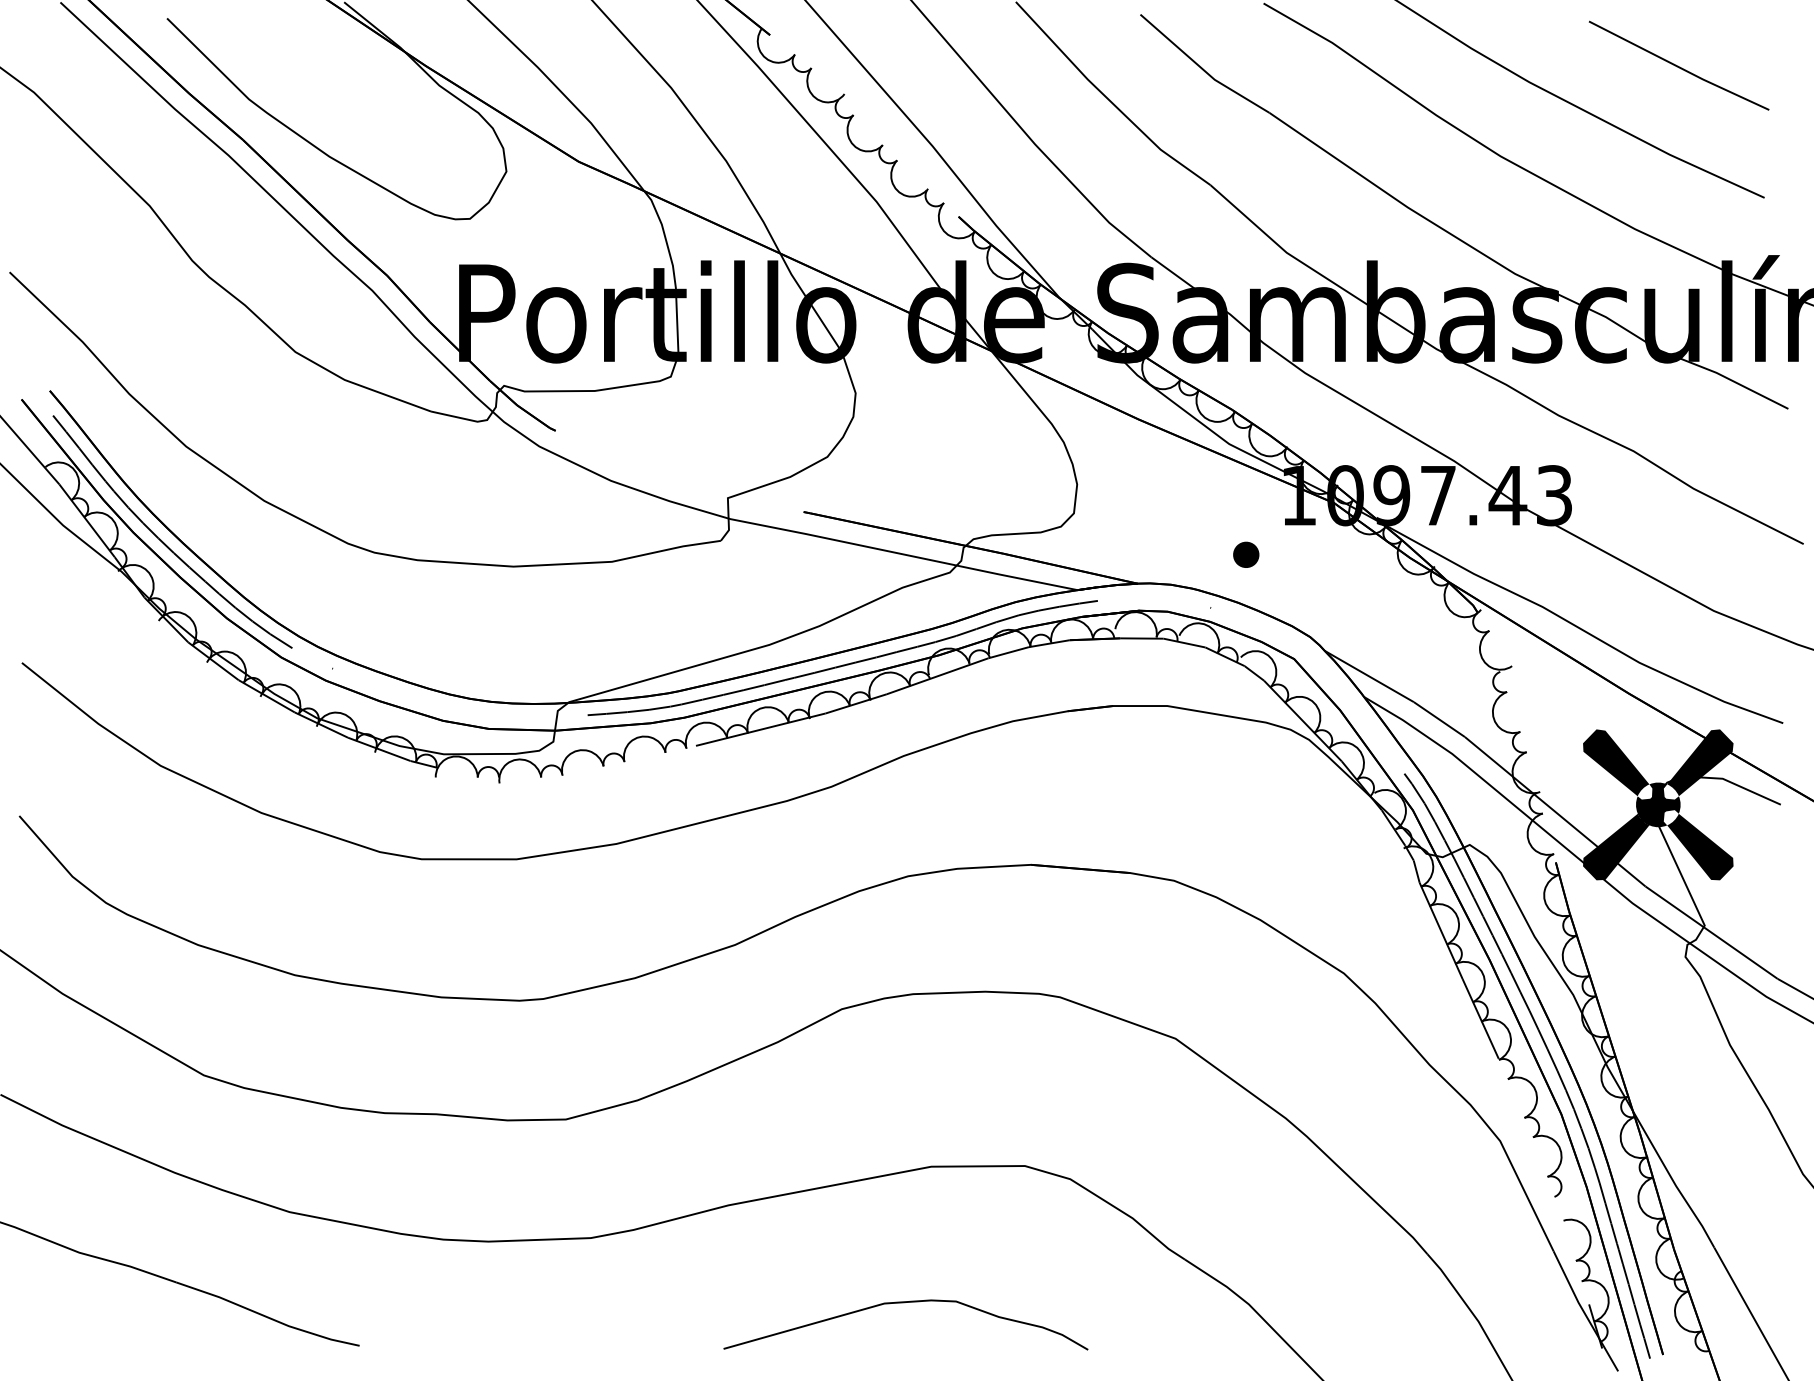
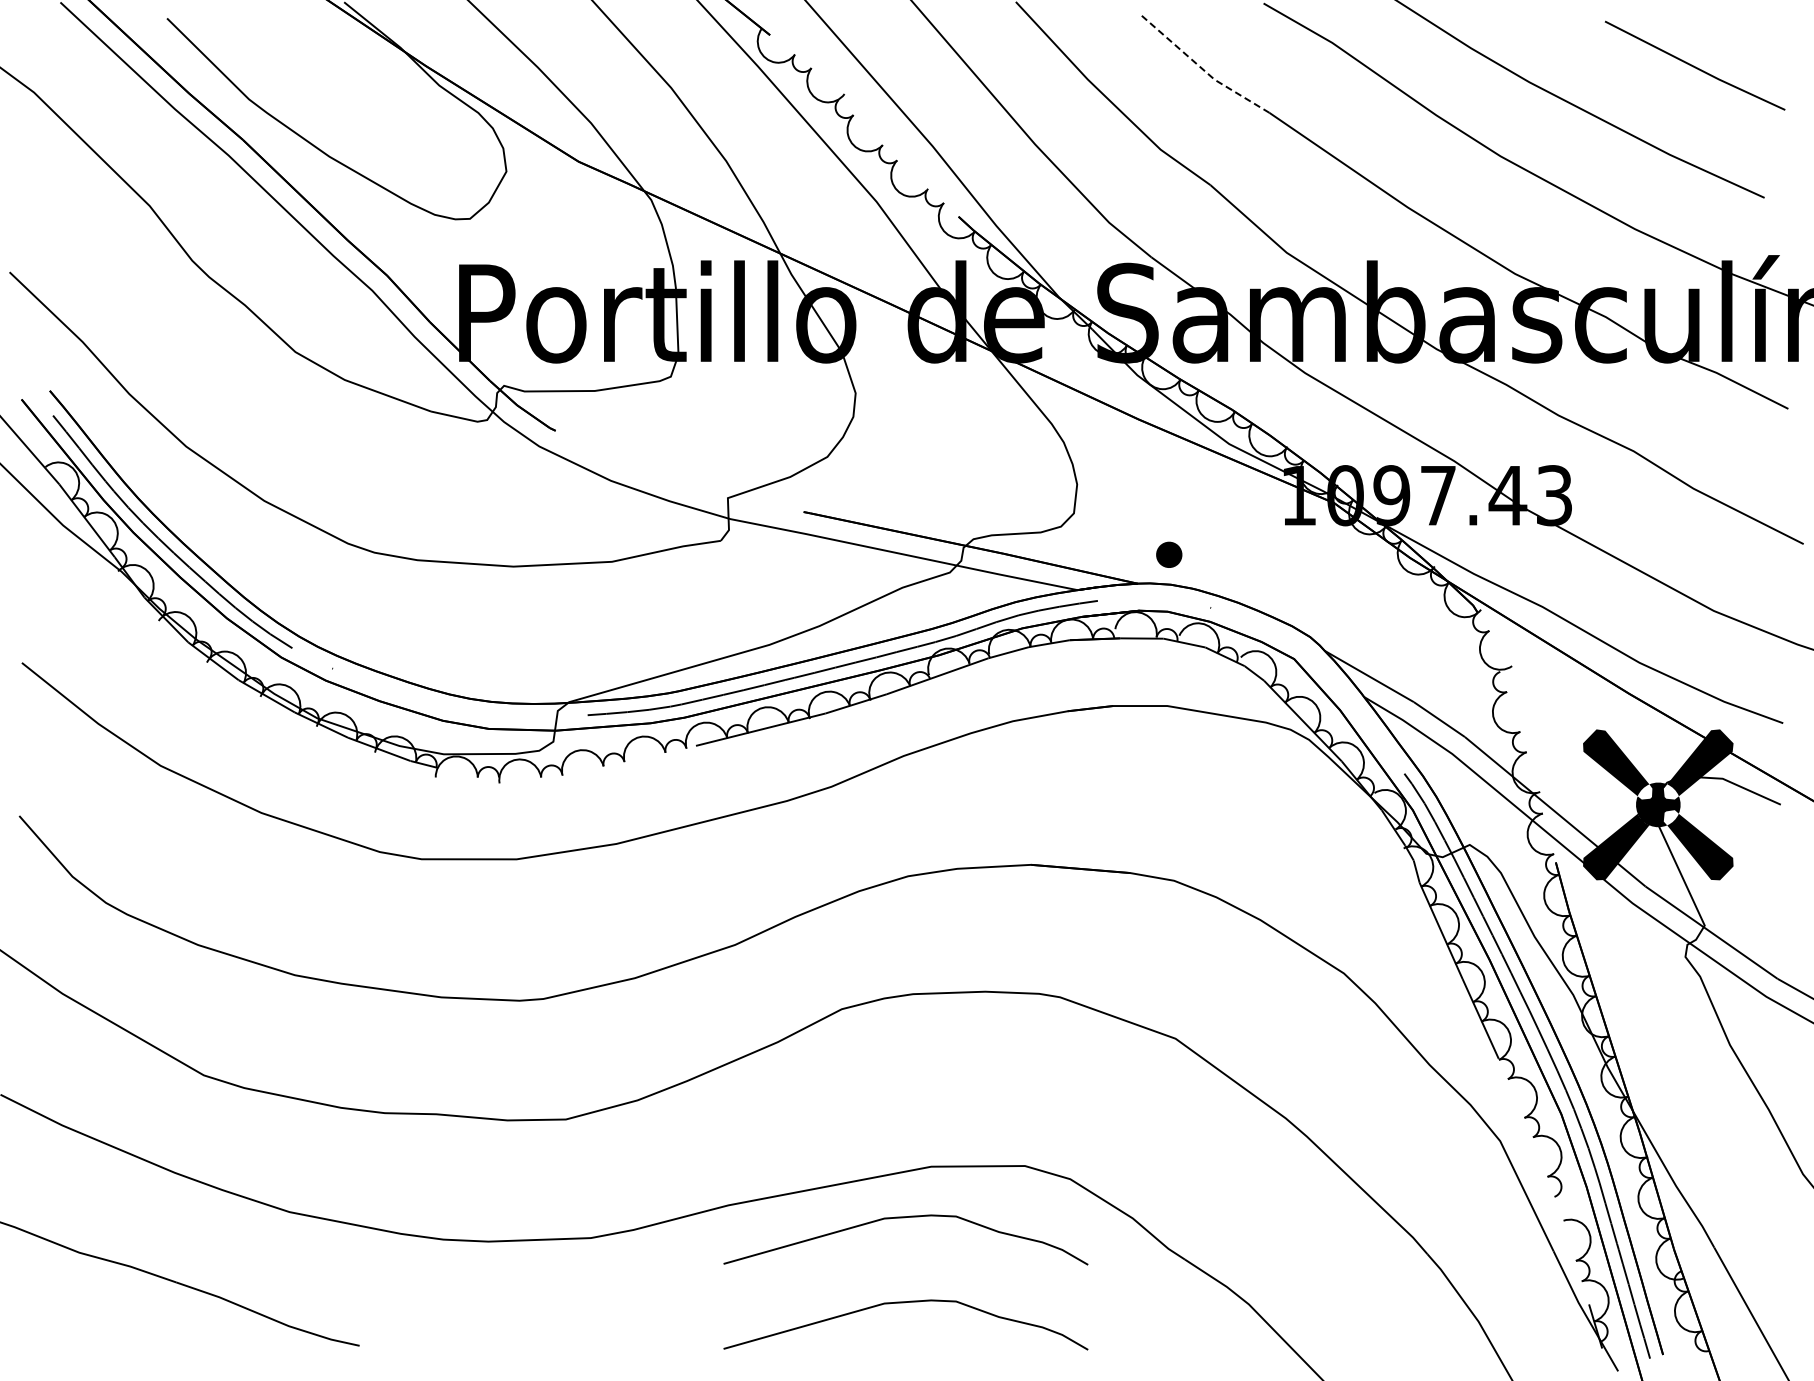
line at (1677, 65) position: (1677, 65) -> (1693, 65)
line at (1202, 68): solid -> dashed
part at (1246, 554) position: (1246, 554) -> (1169, 554)
curve at (904, 1218): none -> present
